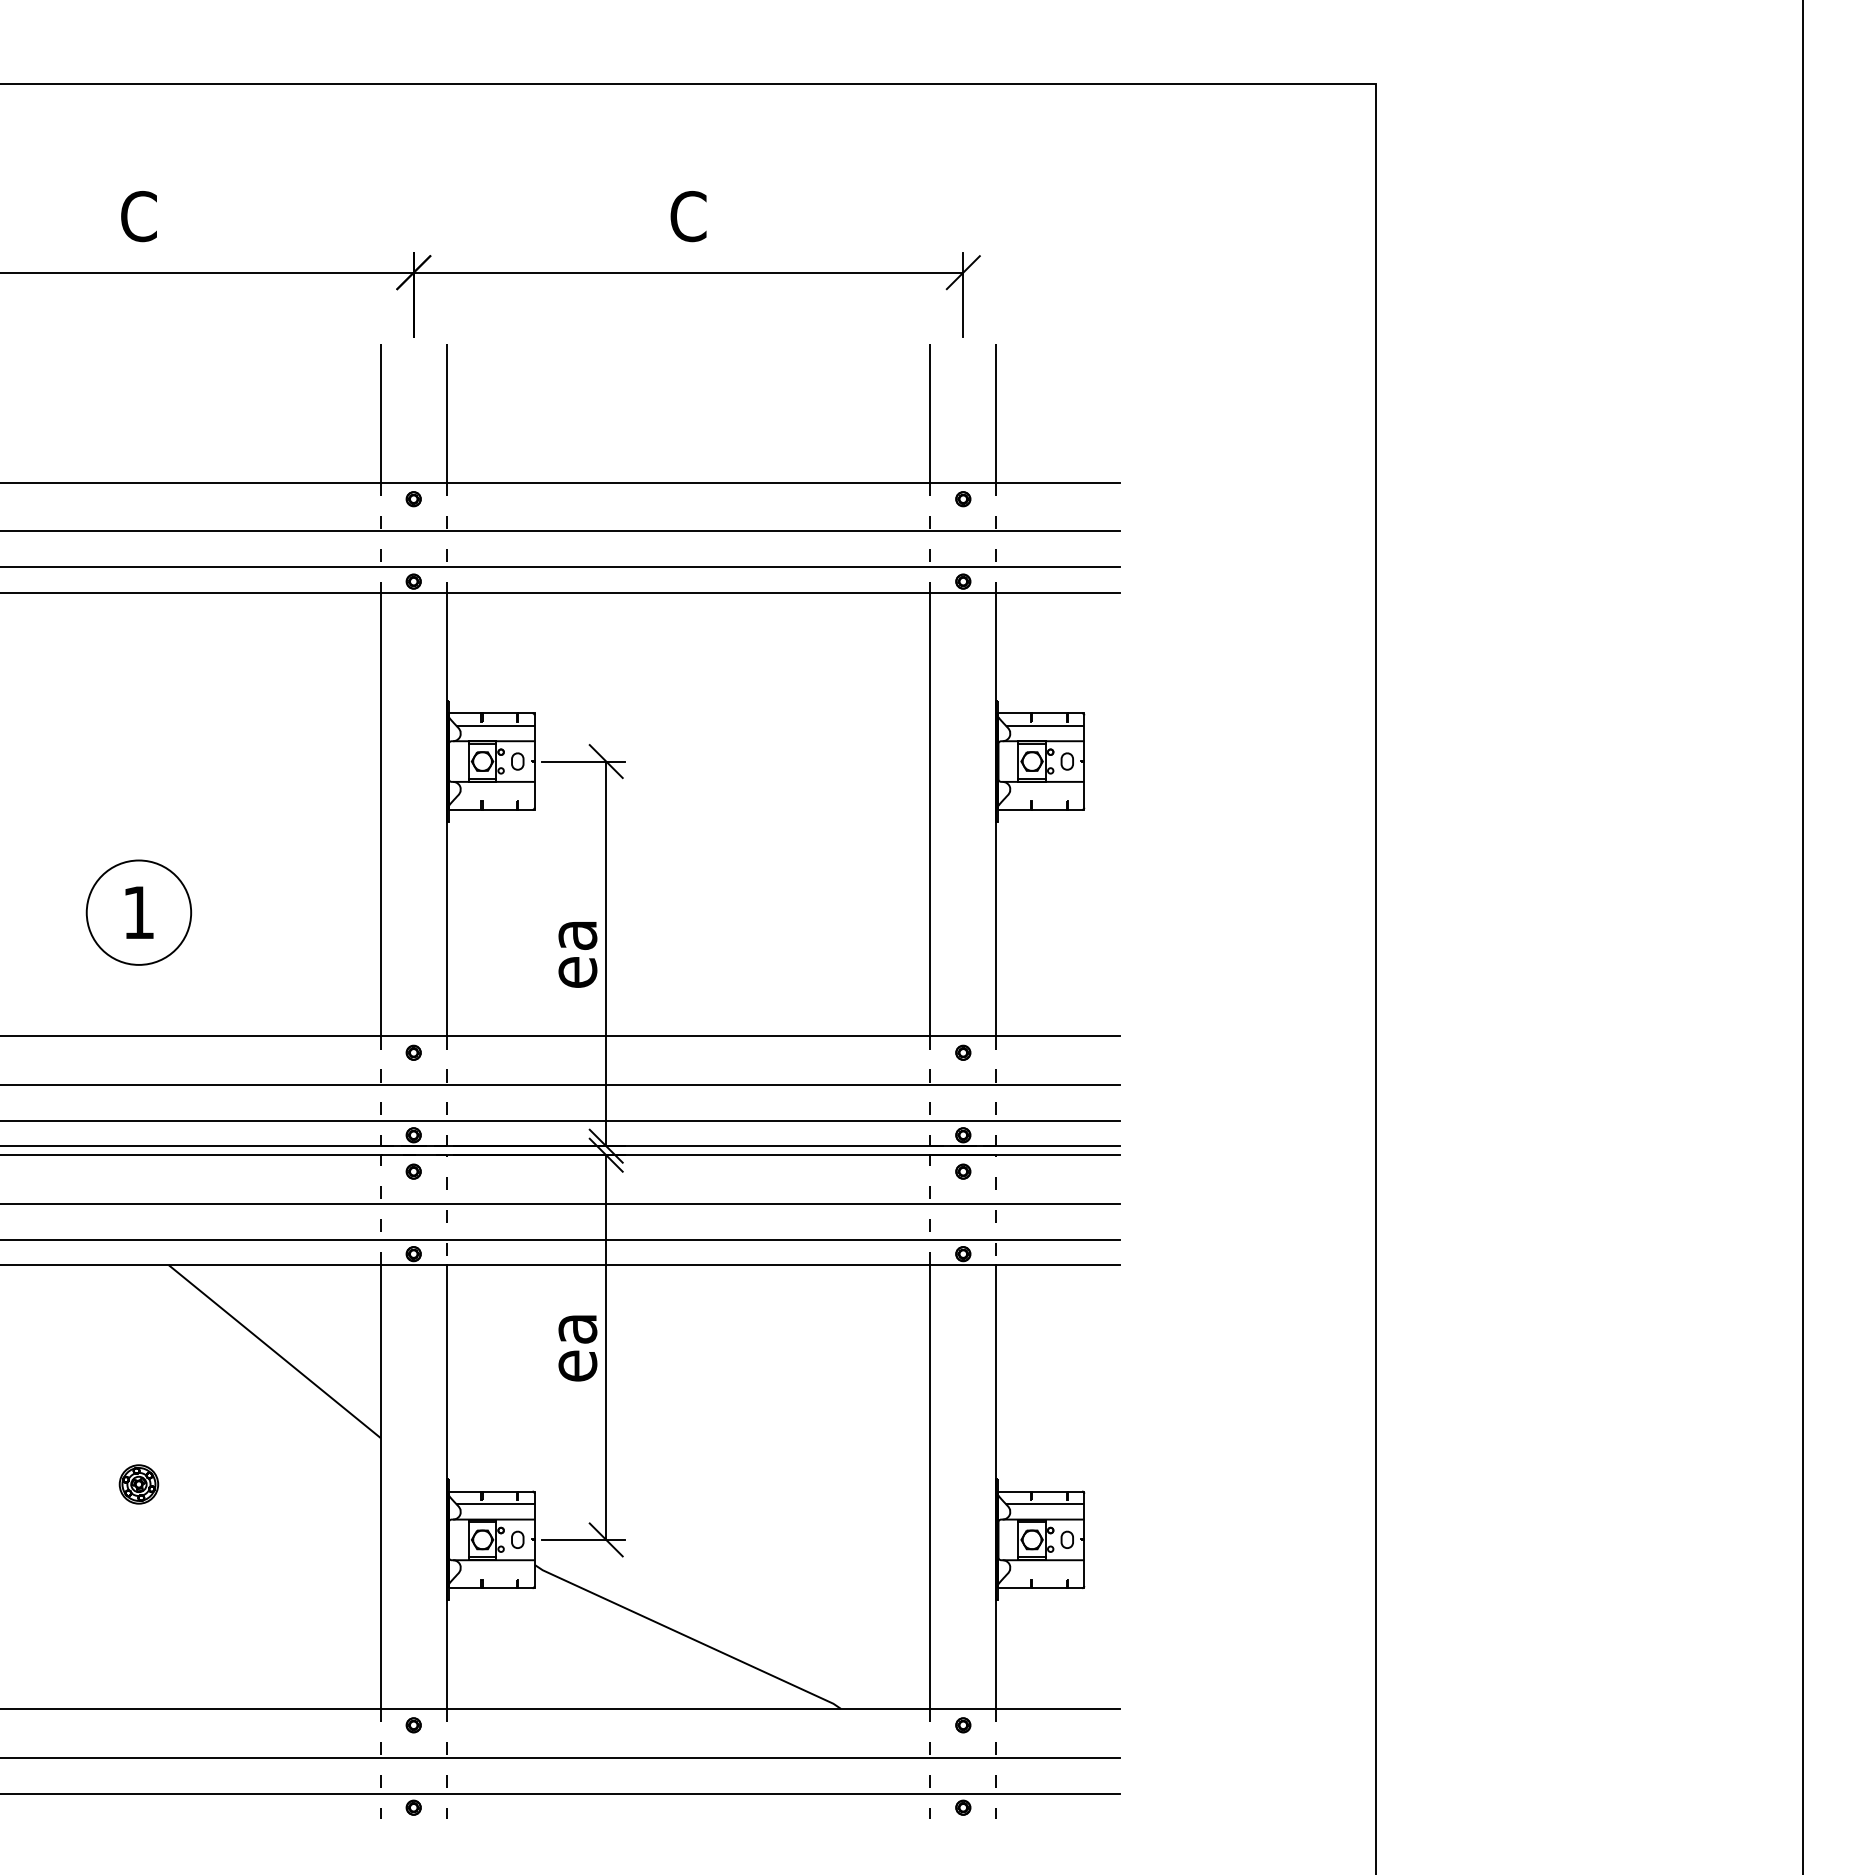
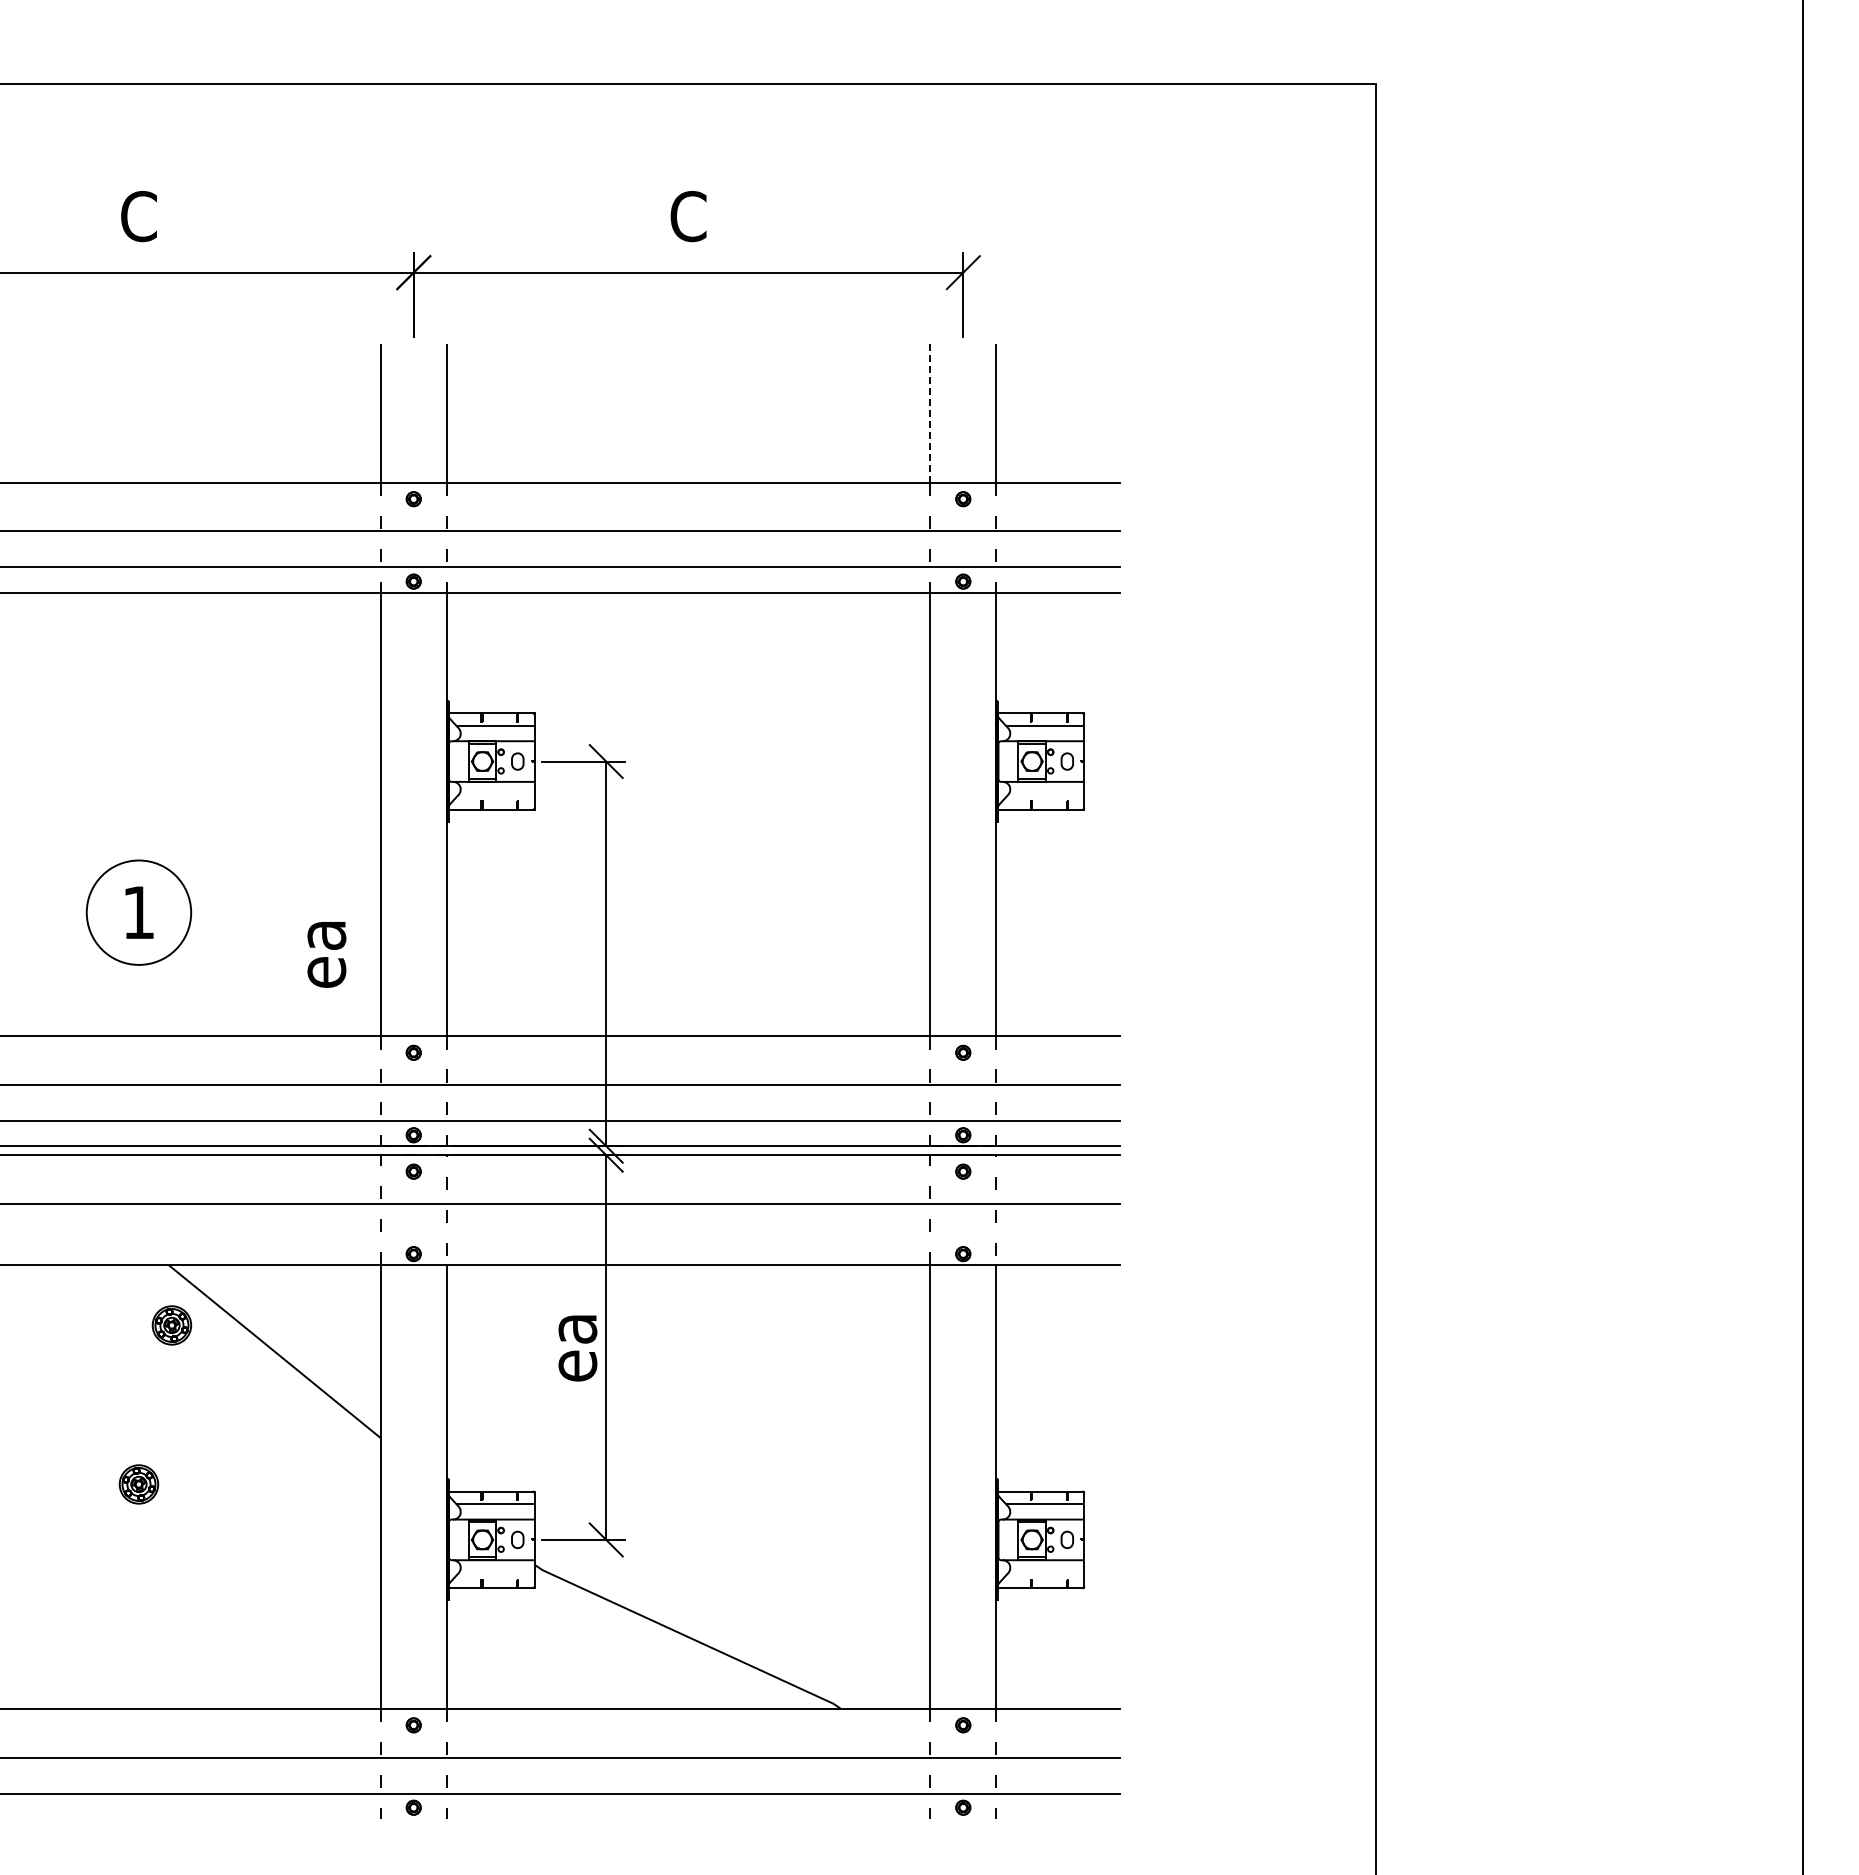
line at (930, 413): solid -> dashed
text at (577, 954) position: (577, 954) -> (326, 954)
line at (560, 1239): present -> none
part at (171, 1325): none -> present
